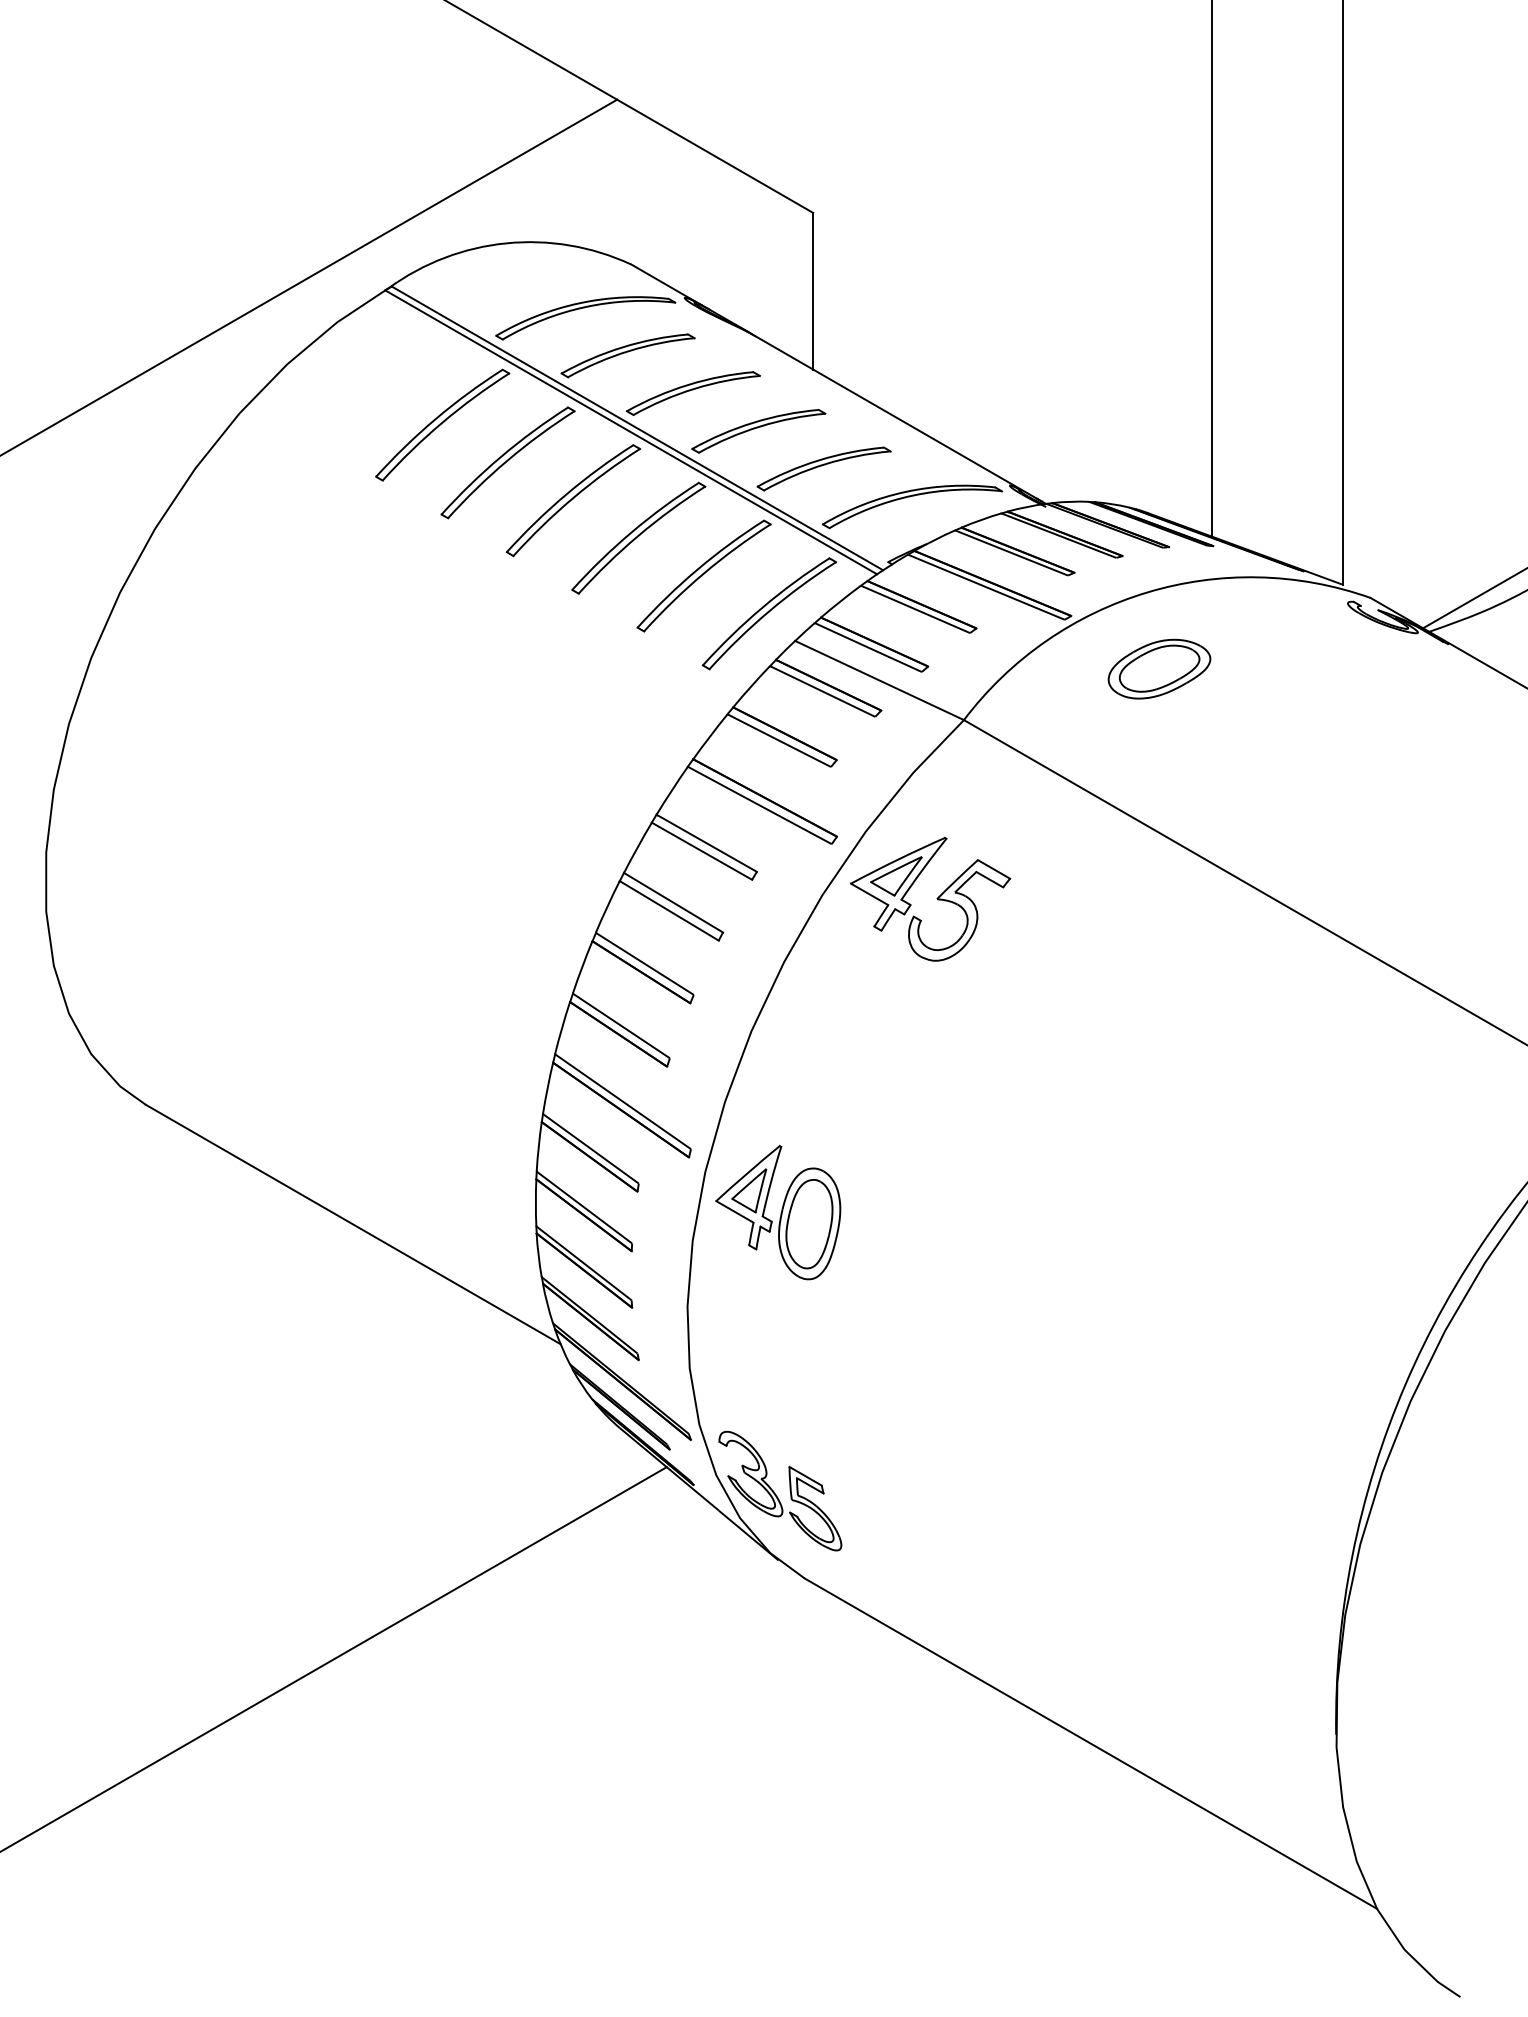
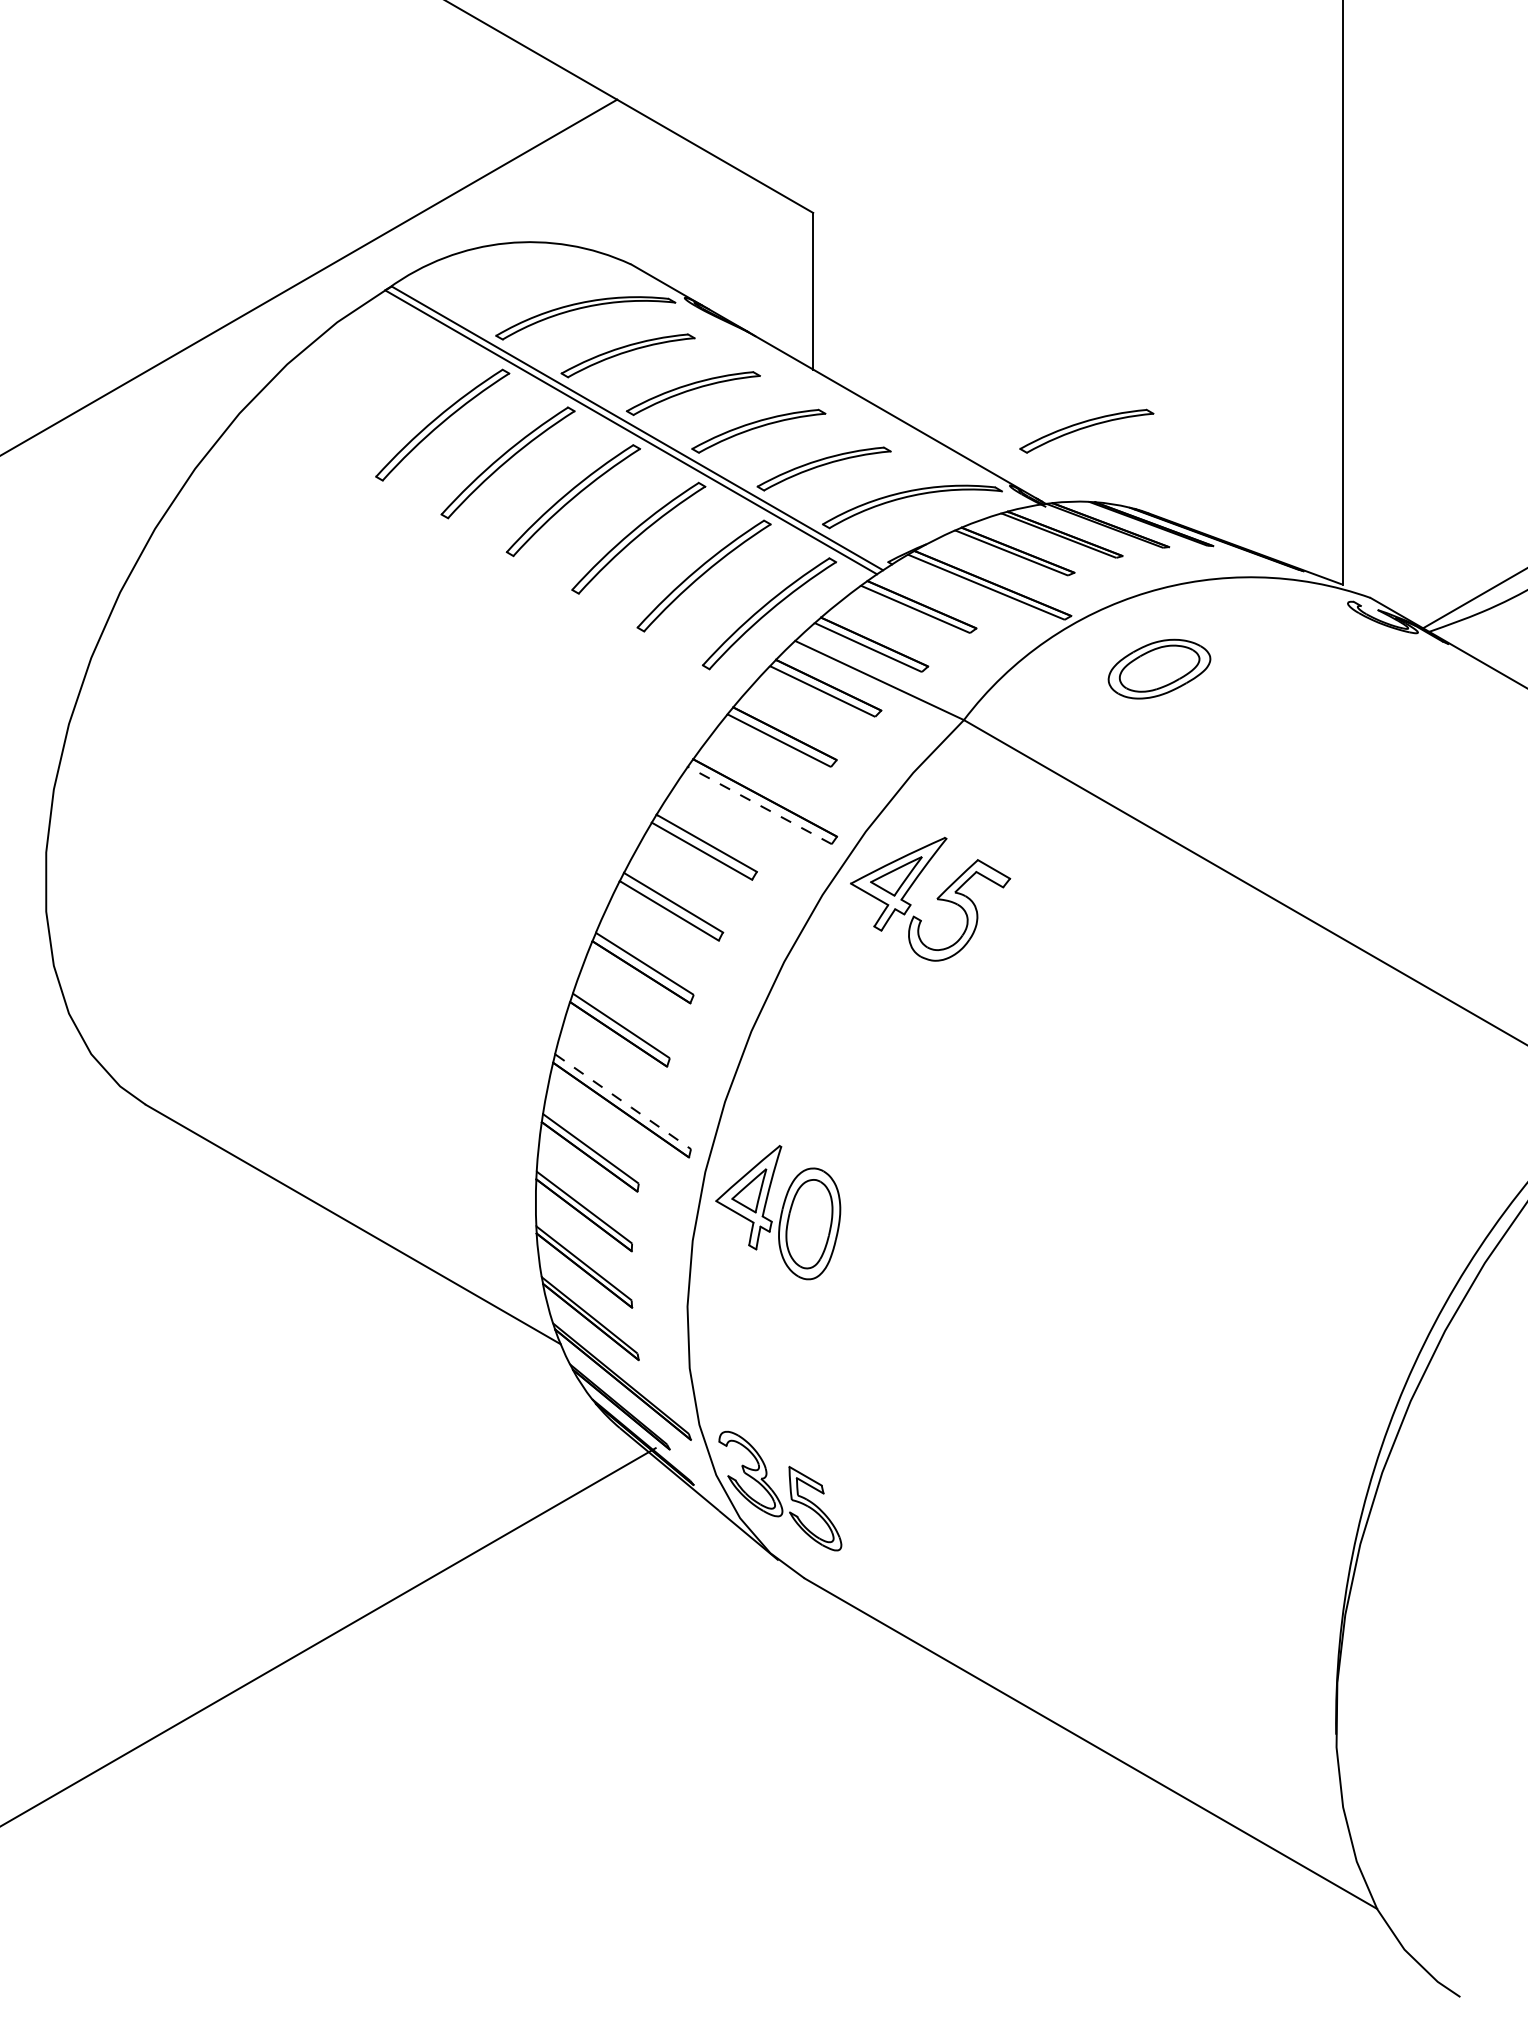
line at (1211, 269): present -> none
part at (1086, 430): none -> present
line at (759, 805): solid -> dashed
line at (623, 1102): solid -> dashed
line at (334, 1658) position: (334, 1658) -> (328, 1636)
